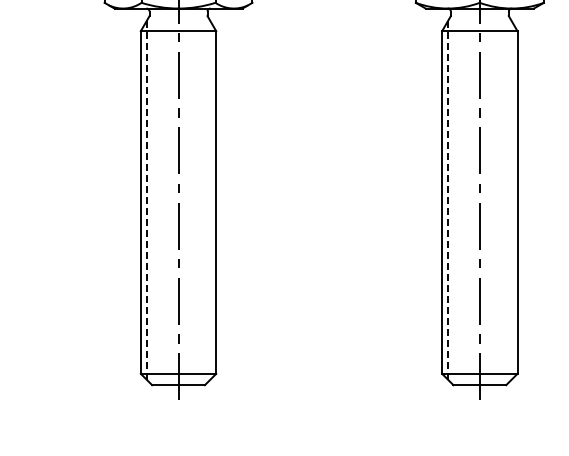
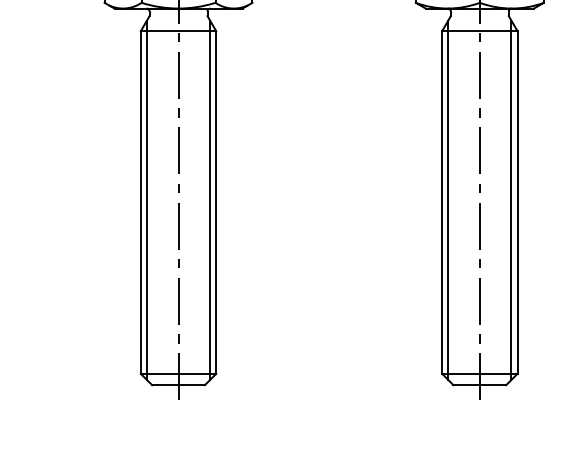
line at (146, 200): dashed -> solid
line at (210, 200): none -> present
line at (448, 200): dashed -> solid
line at (511, 200): none -> present
